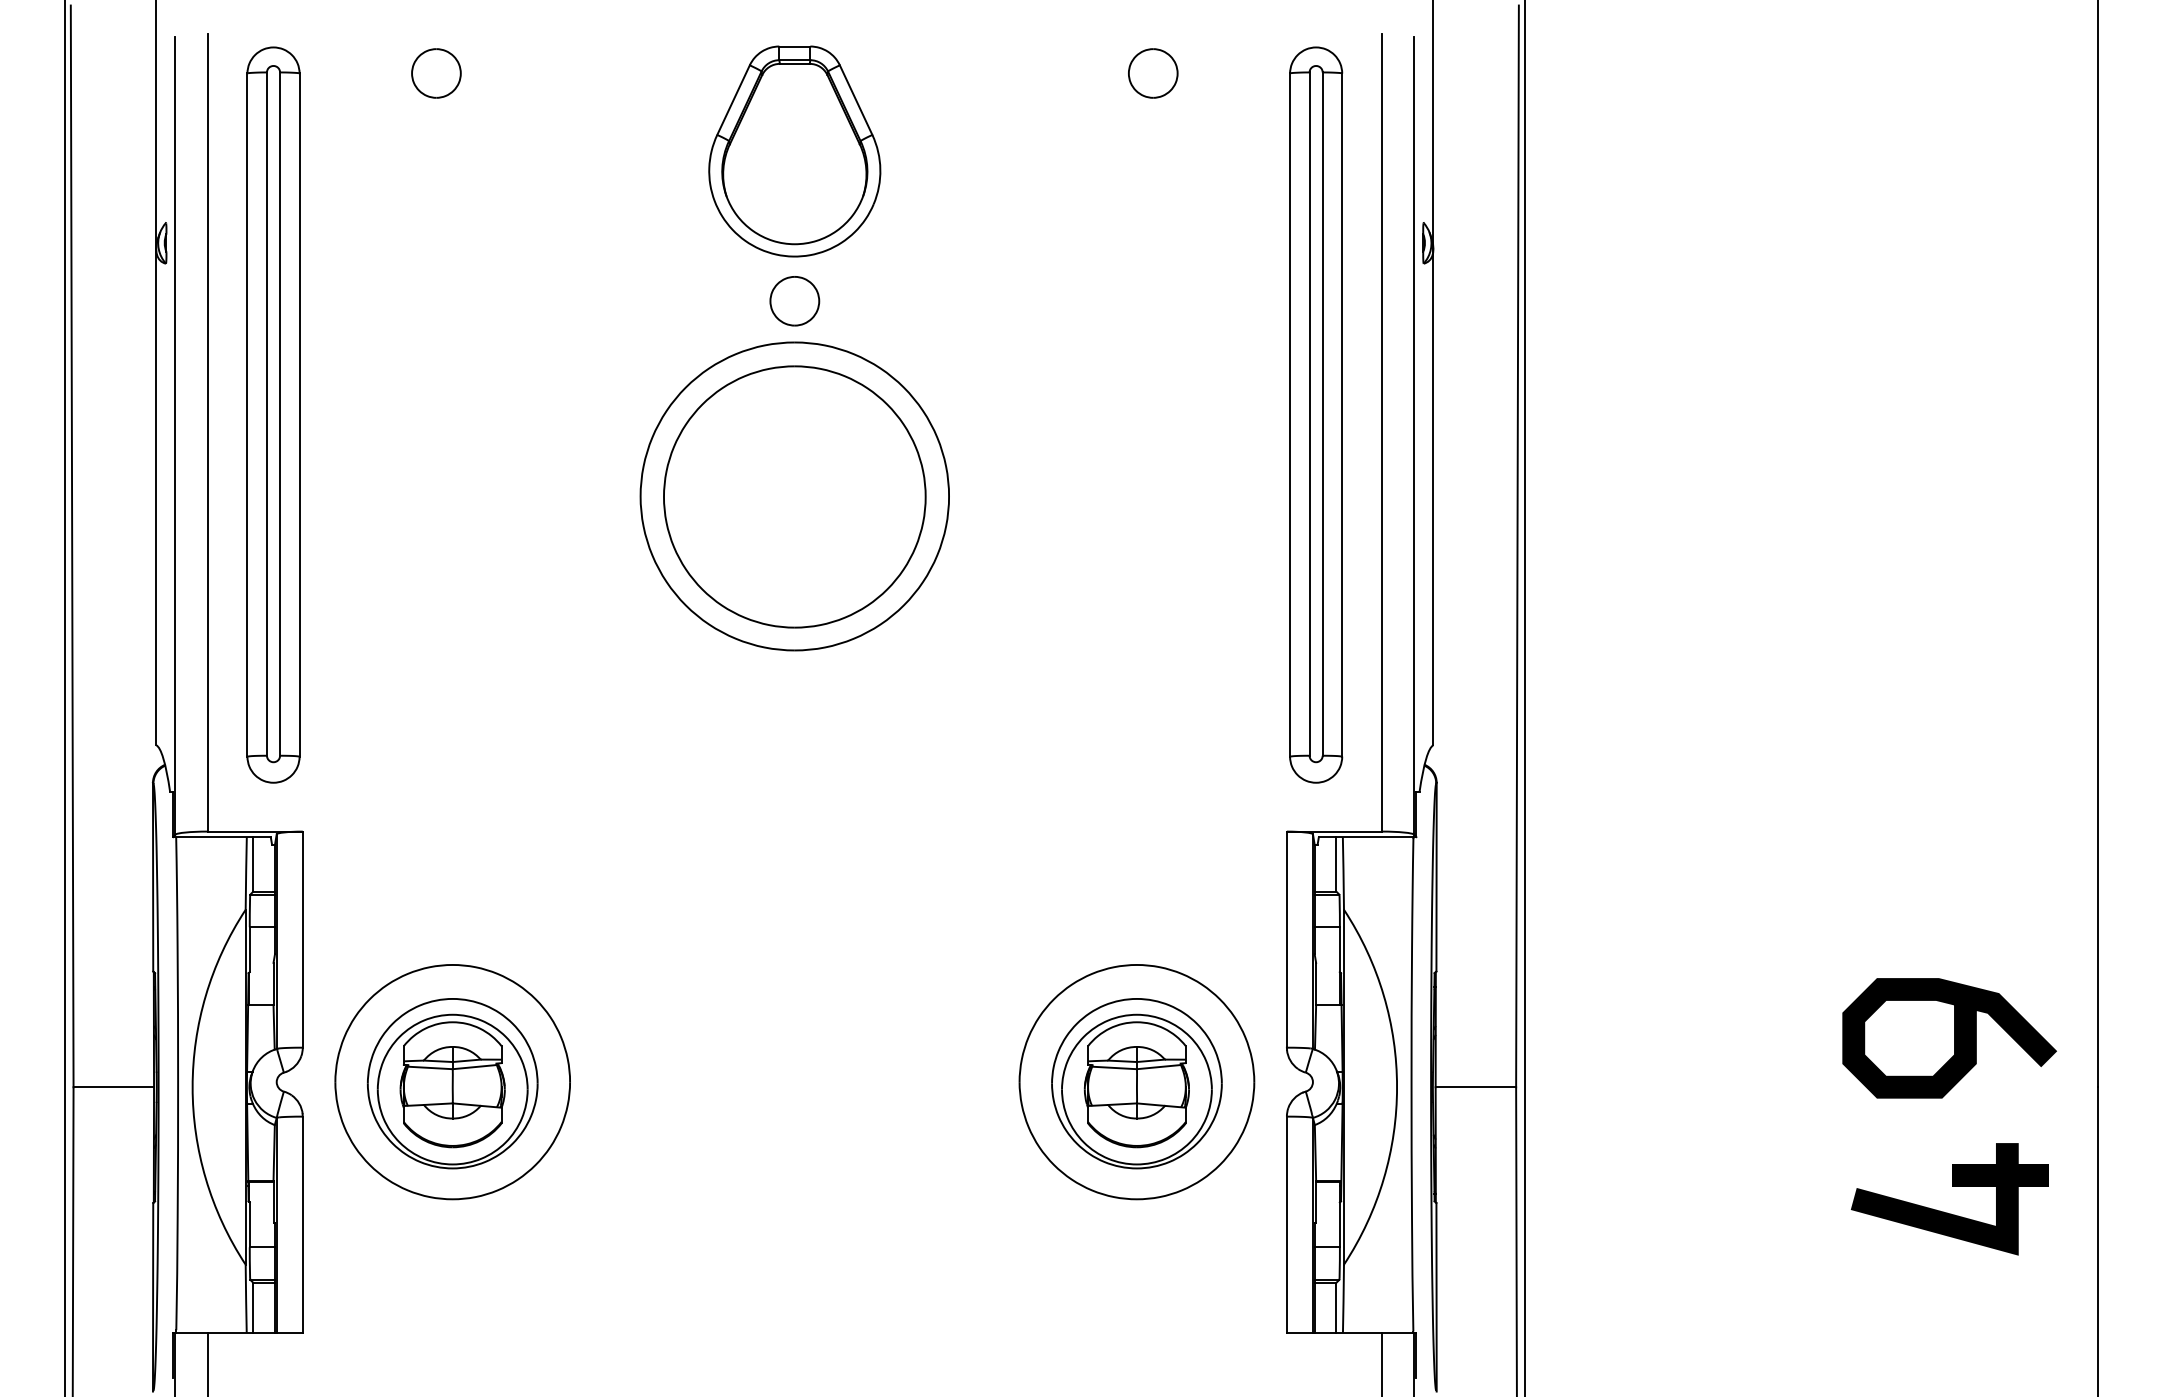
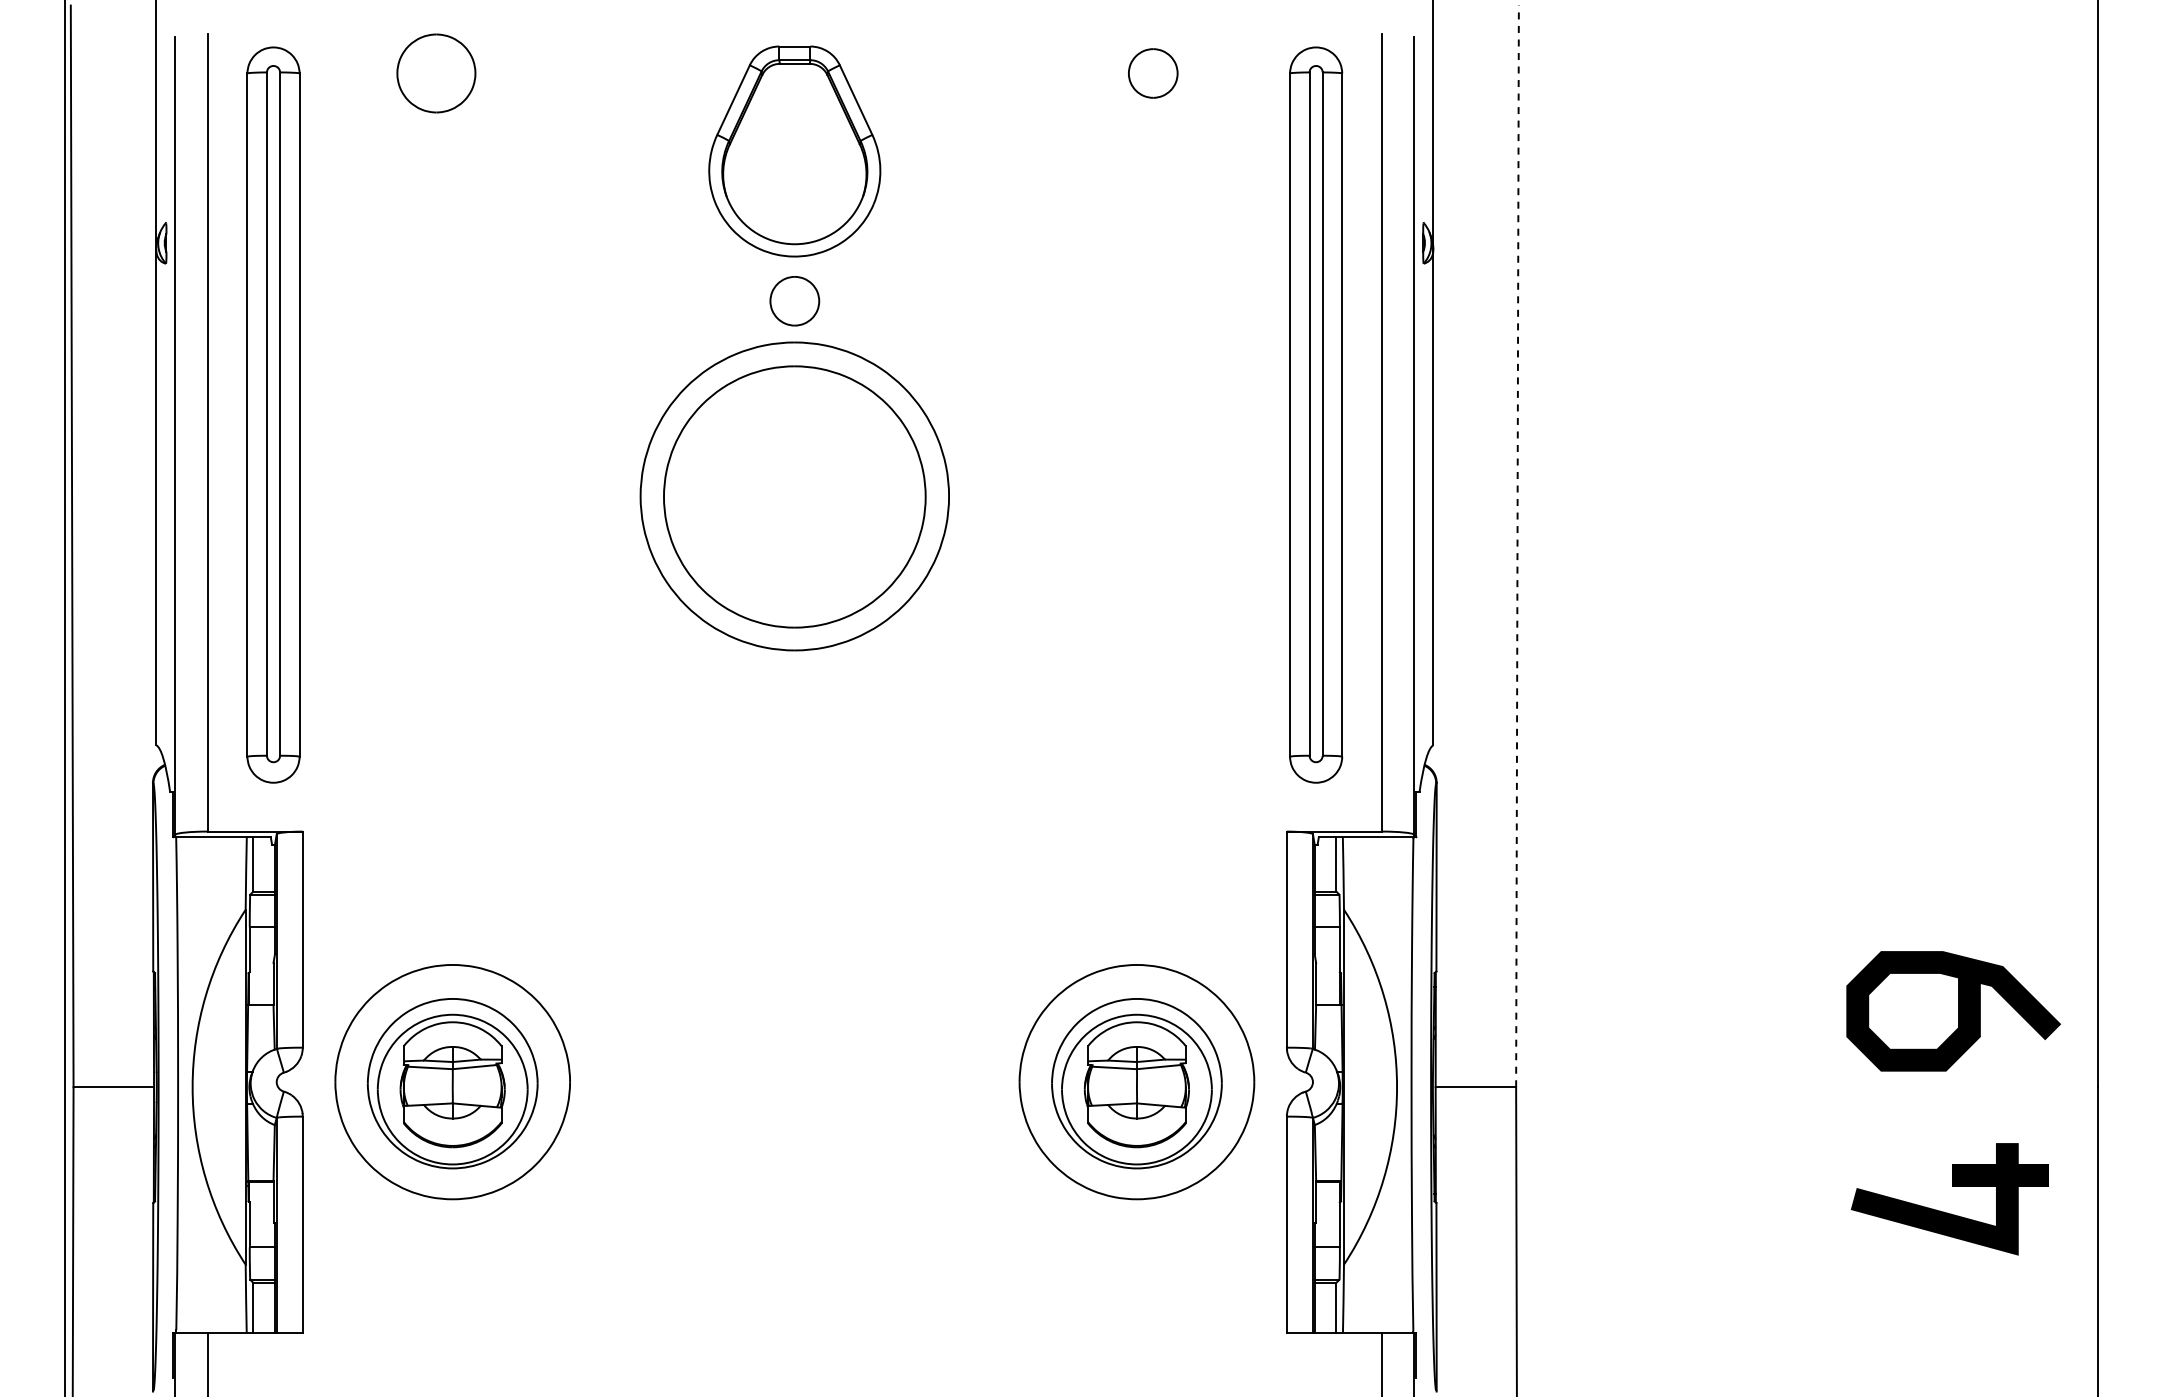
part at (436, 73) size: 51x51 px -> 81x81 px
line at (1517, 546): solid -> dashed
line at (1524, 697): present -> none
curve at (1954, 1038) position: (1954, 1038) -> (1958, 1011)
